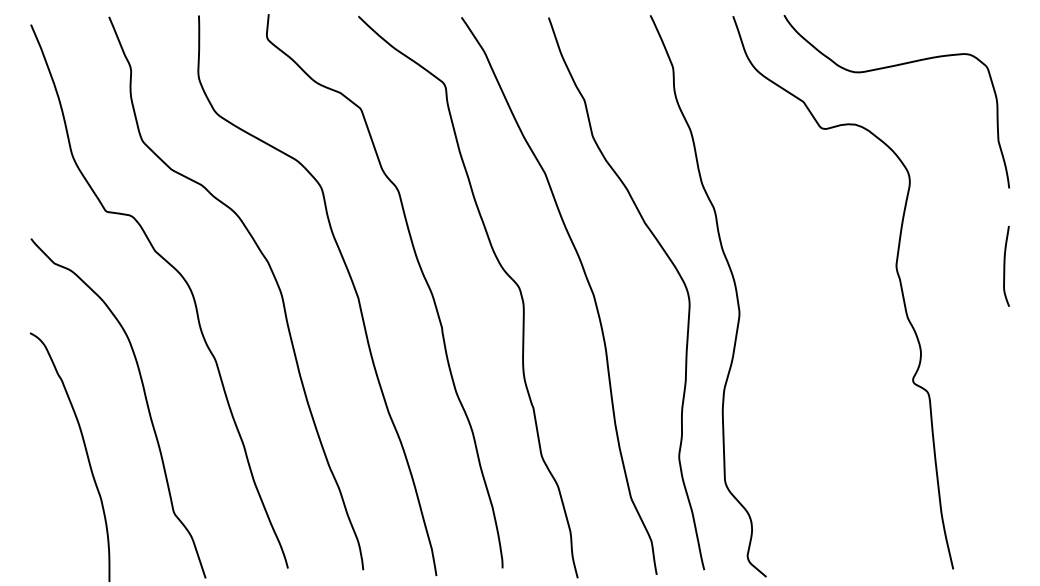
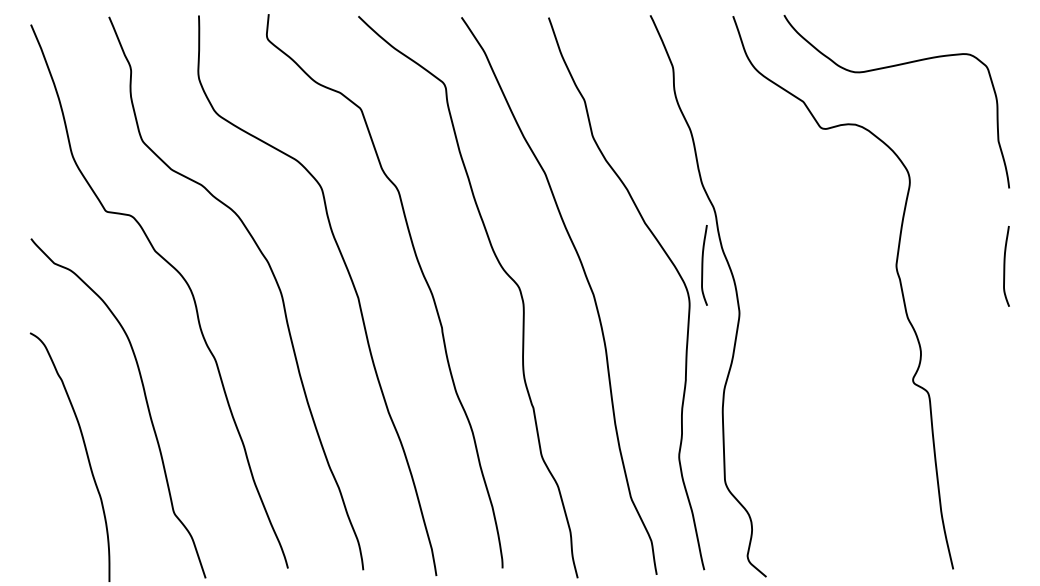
curve at (703, 265): none -> present
